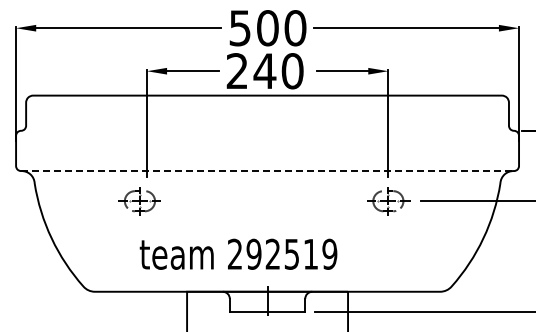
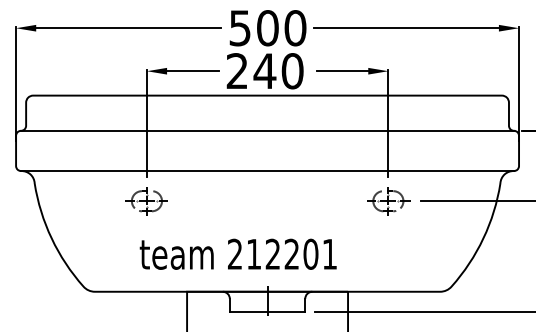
line at (267, 130): none -> present
line at (268, 171): dashed -> solid
part at (139, 201) position: (139, 201) -> (146, 201)
text at (291, 253): 292519 -> 212201
